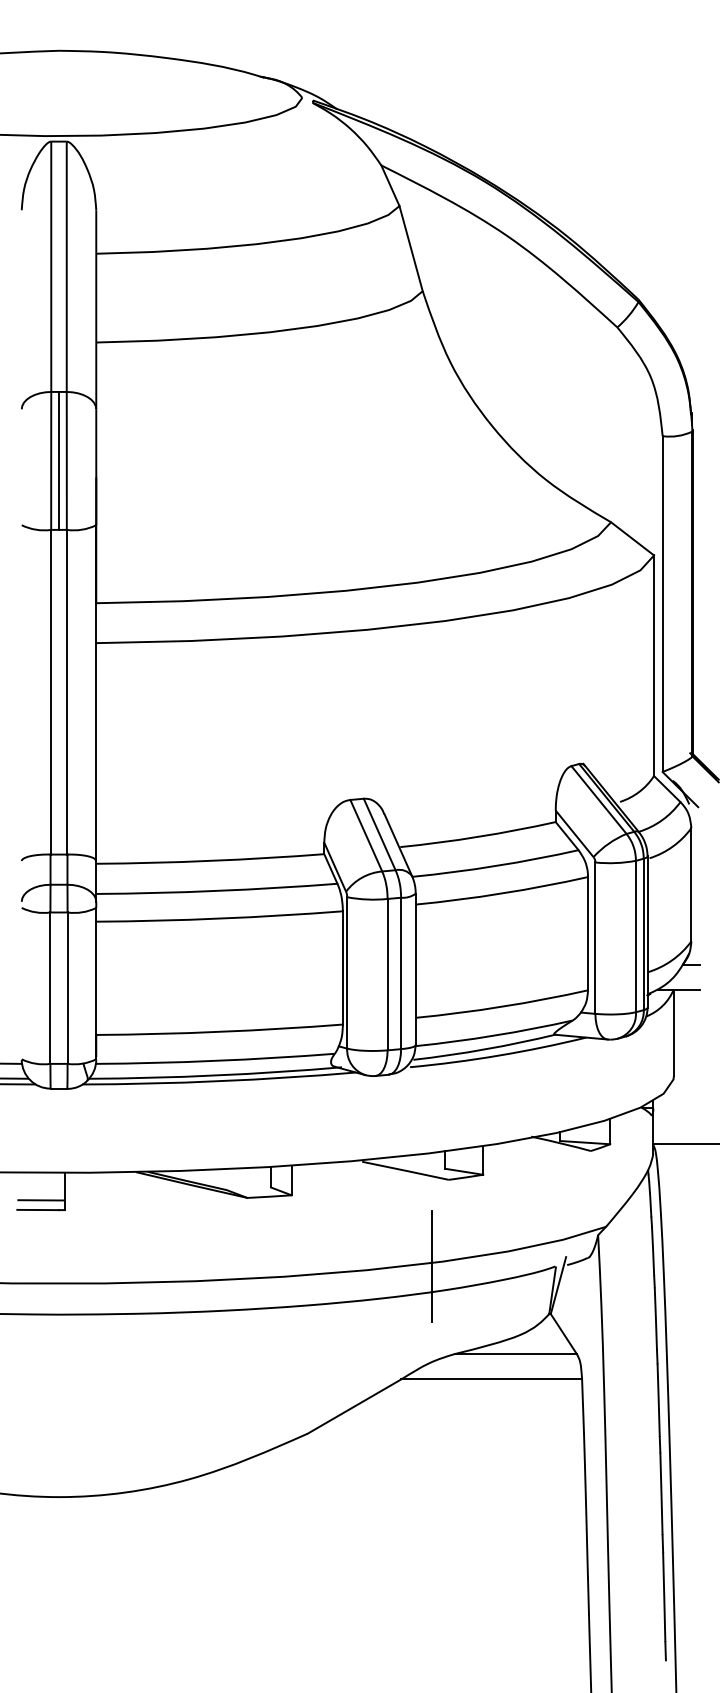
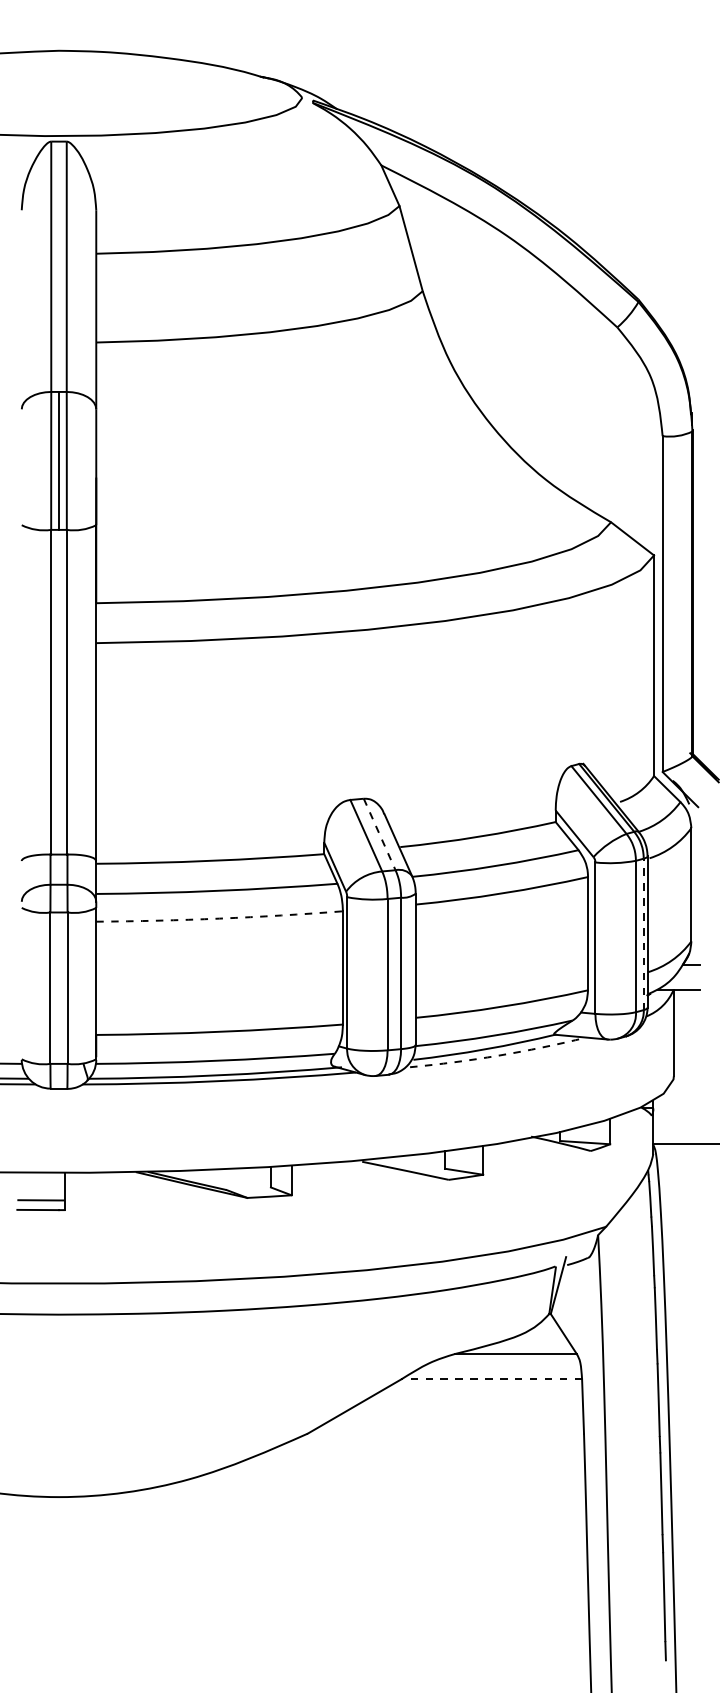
line at (379, 834): solid -> dashed
arc at (219, 918): solid -> dashed
line at (643, 934): solid -> dashed
arc at (498, 1055): solid -> dashed
line at (431, 1266): present -> none
line at (491, 1379): solid -> dashed
